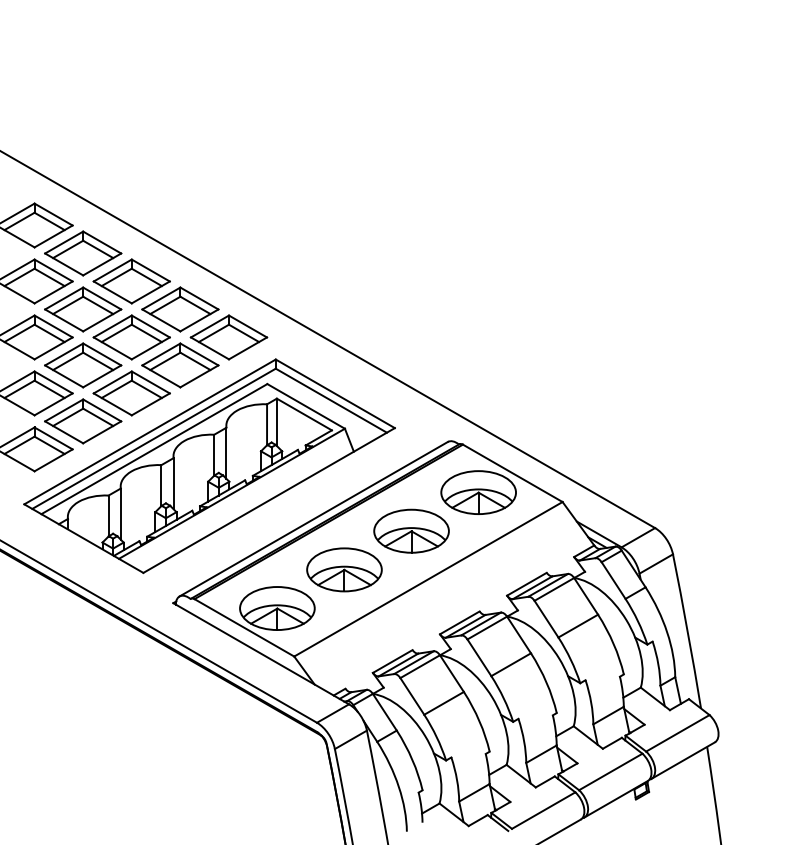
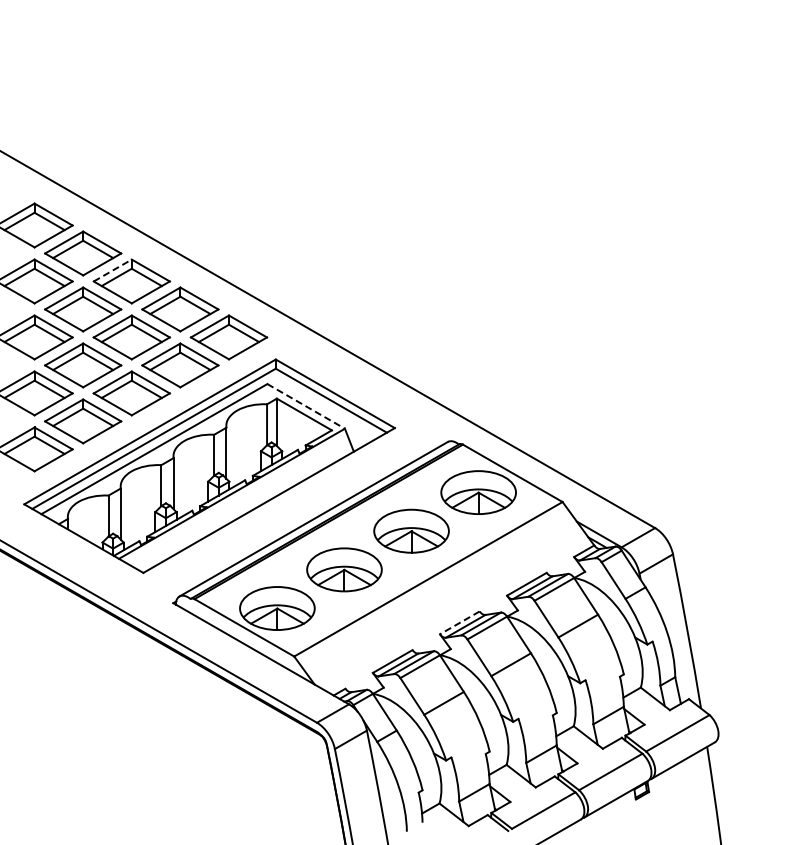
line at (112, 270): solid -> dashed
line at (306, 406): solid -> dashed
line at (459, 622): solid -> dashed
